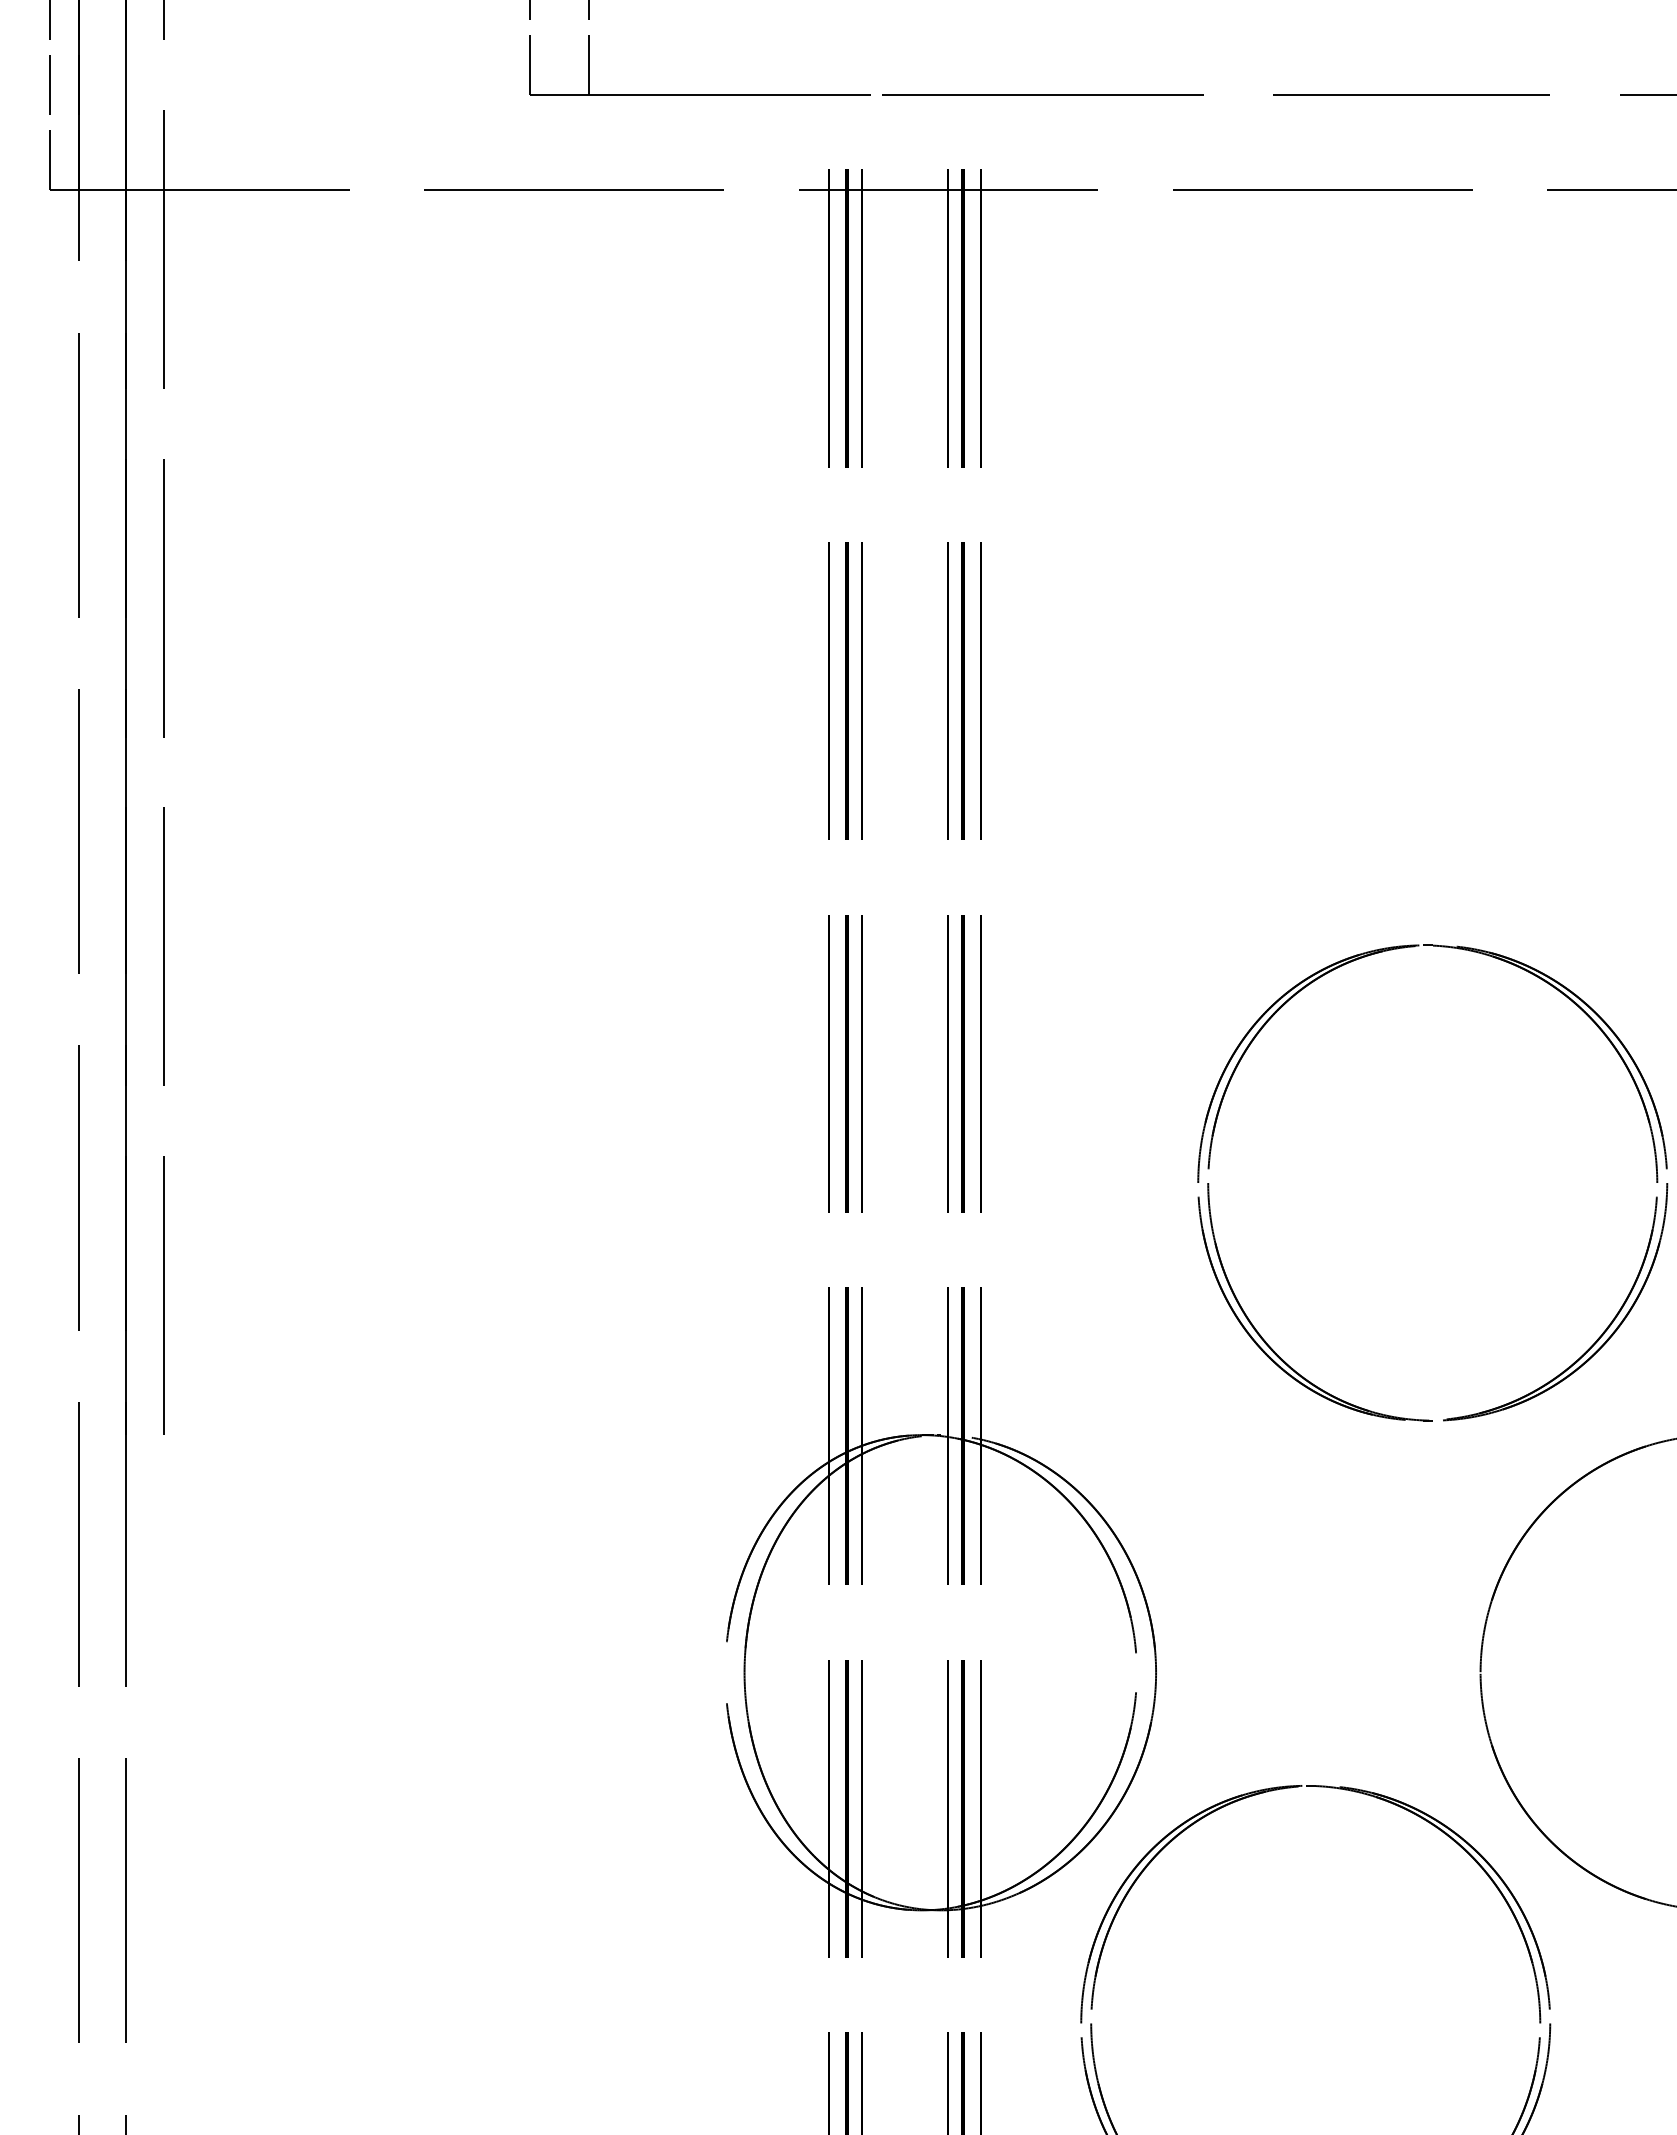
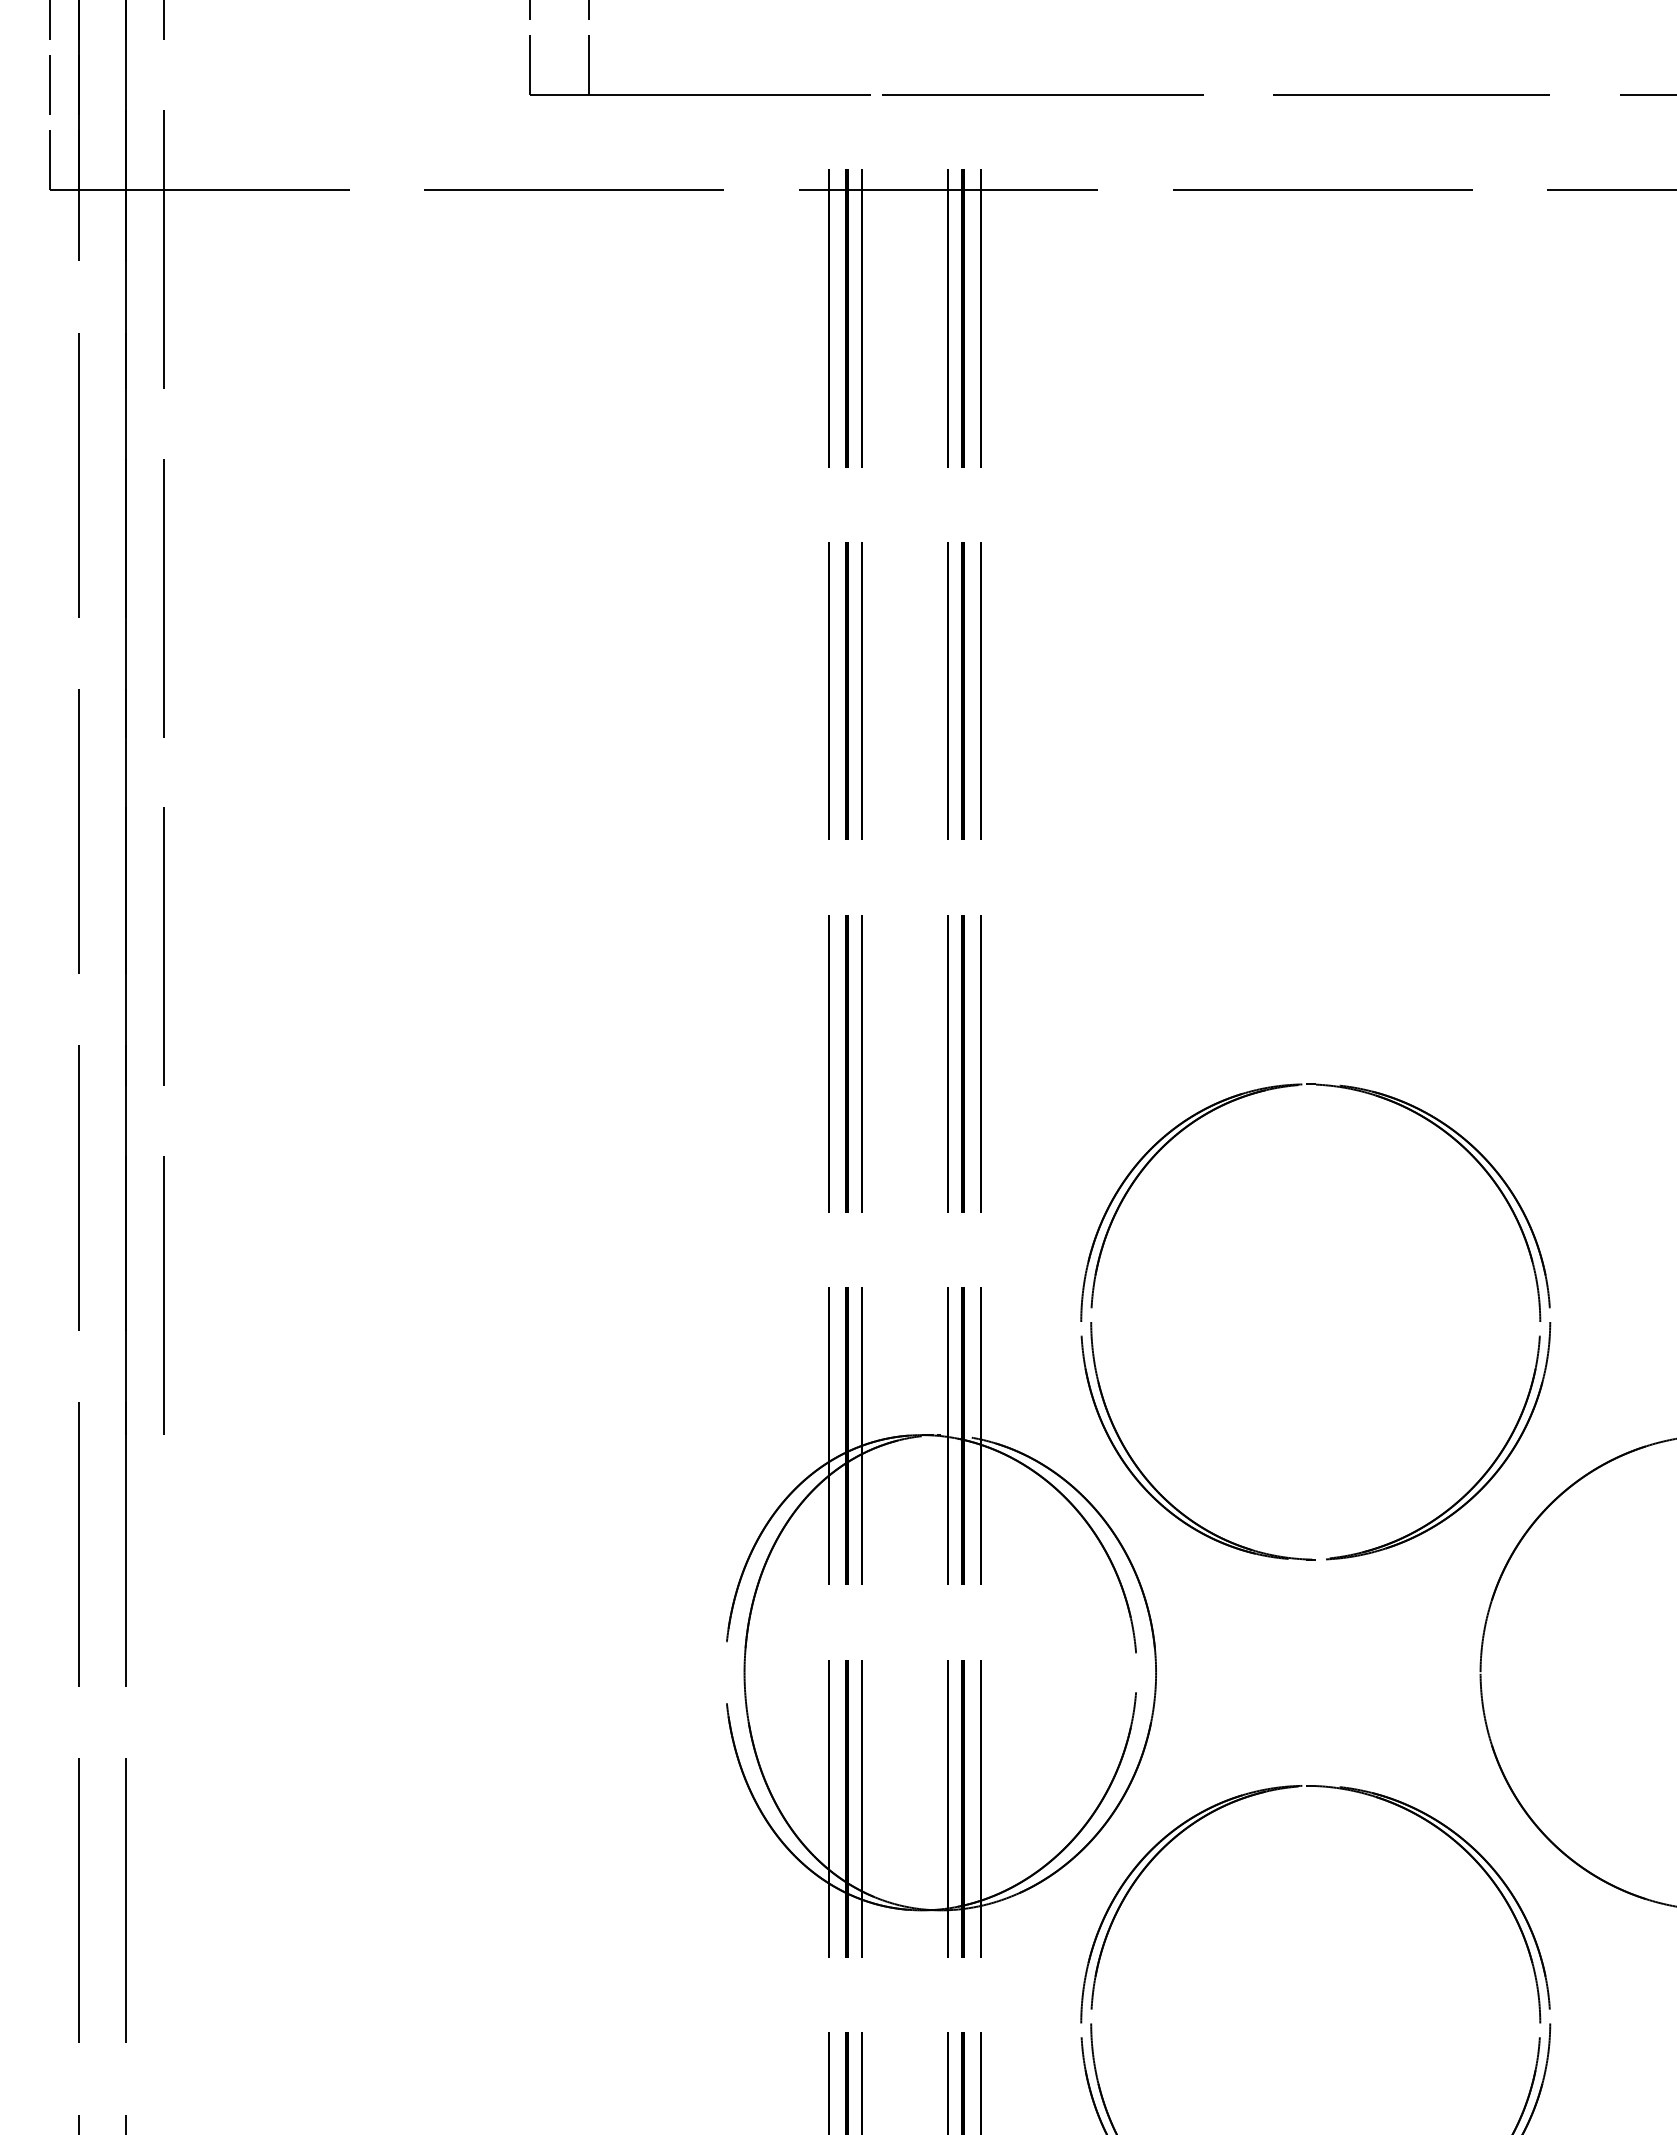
part at (1209, 1183) position: (1209, 1183) -> (1092, 1322)
